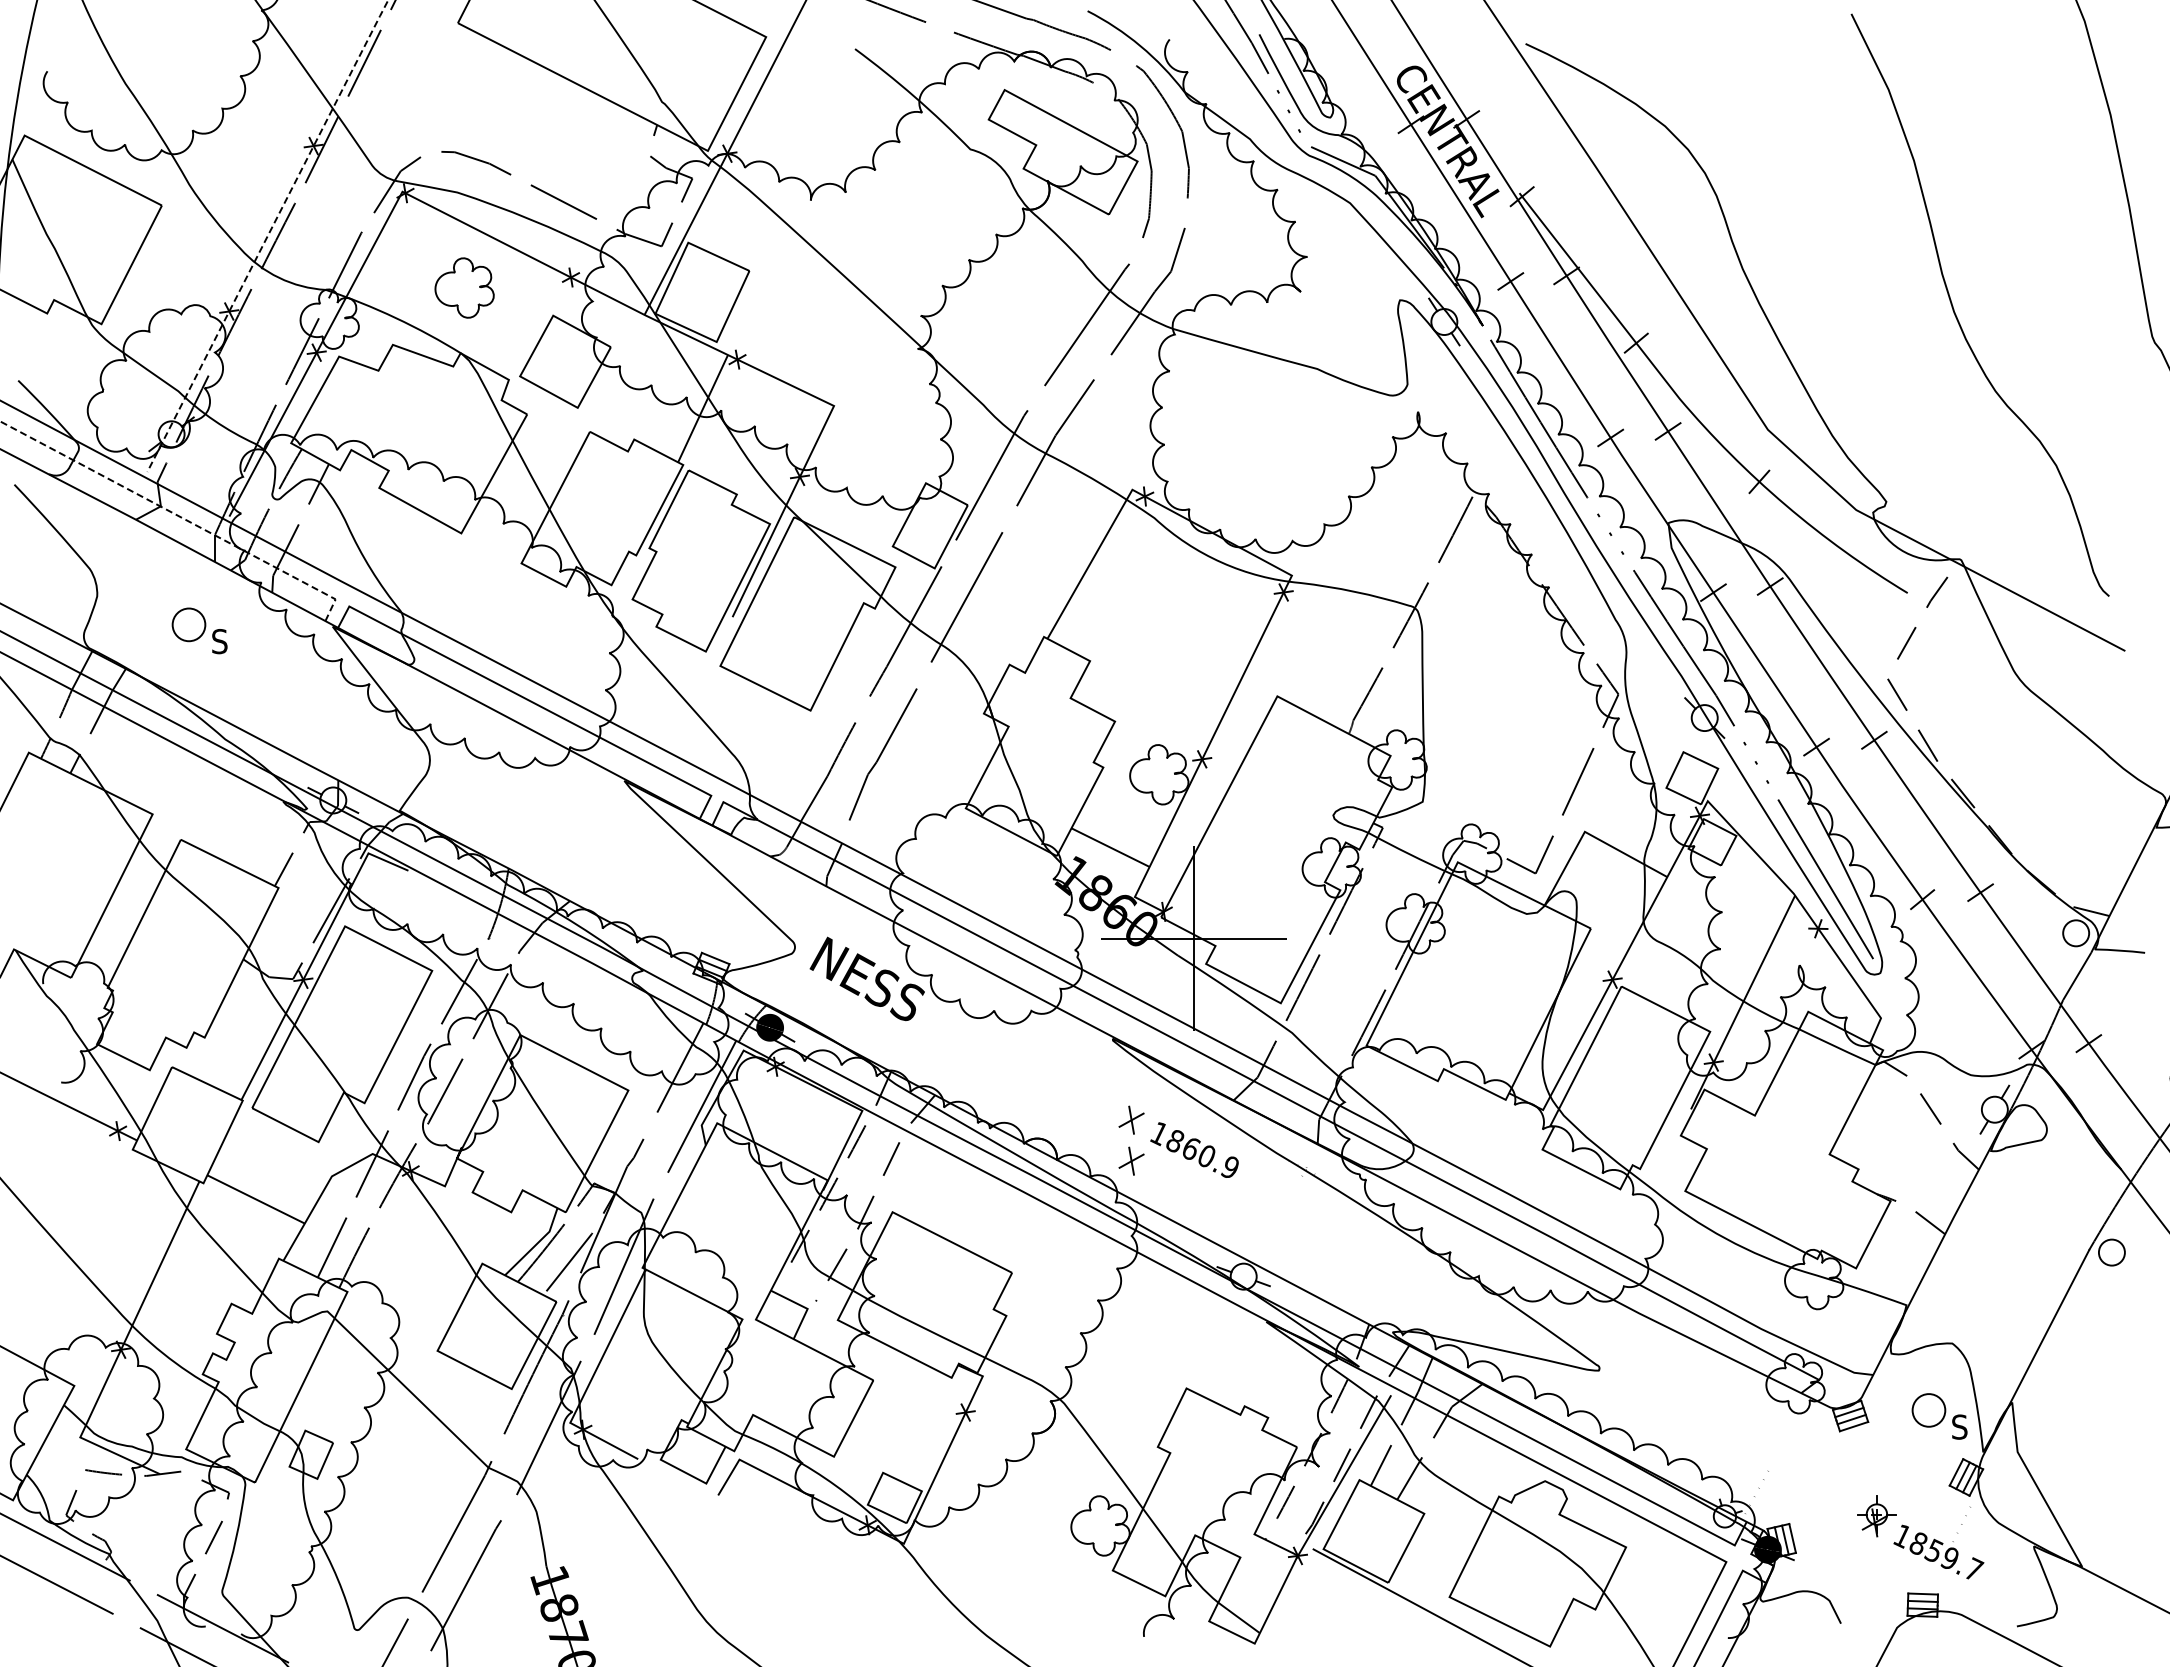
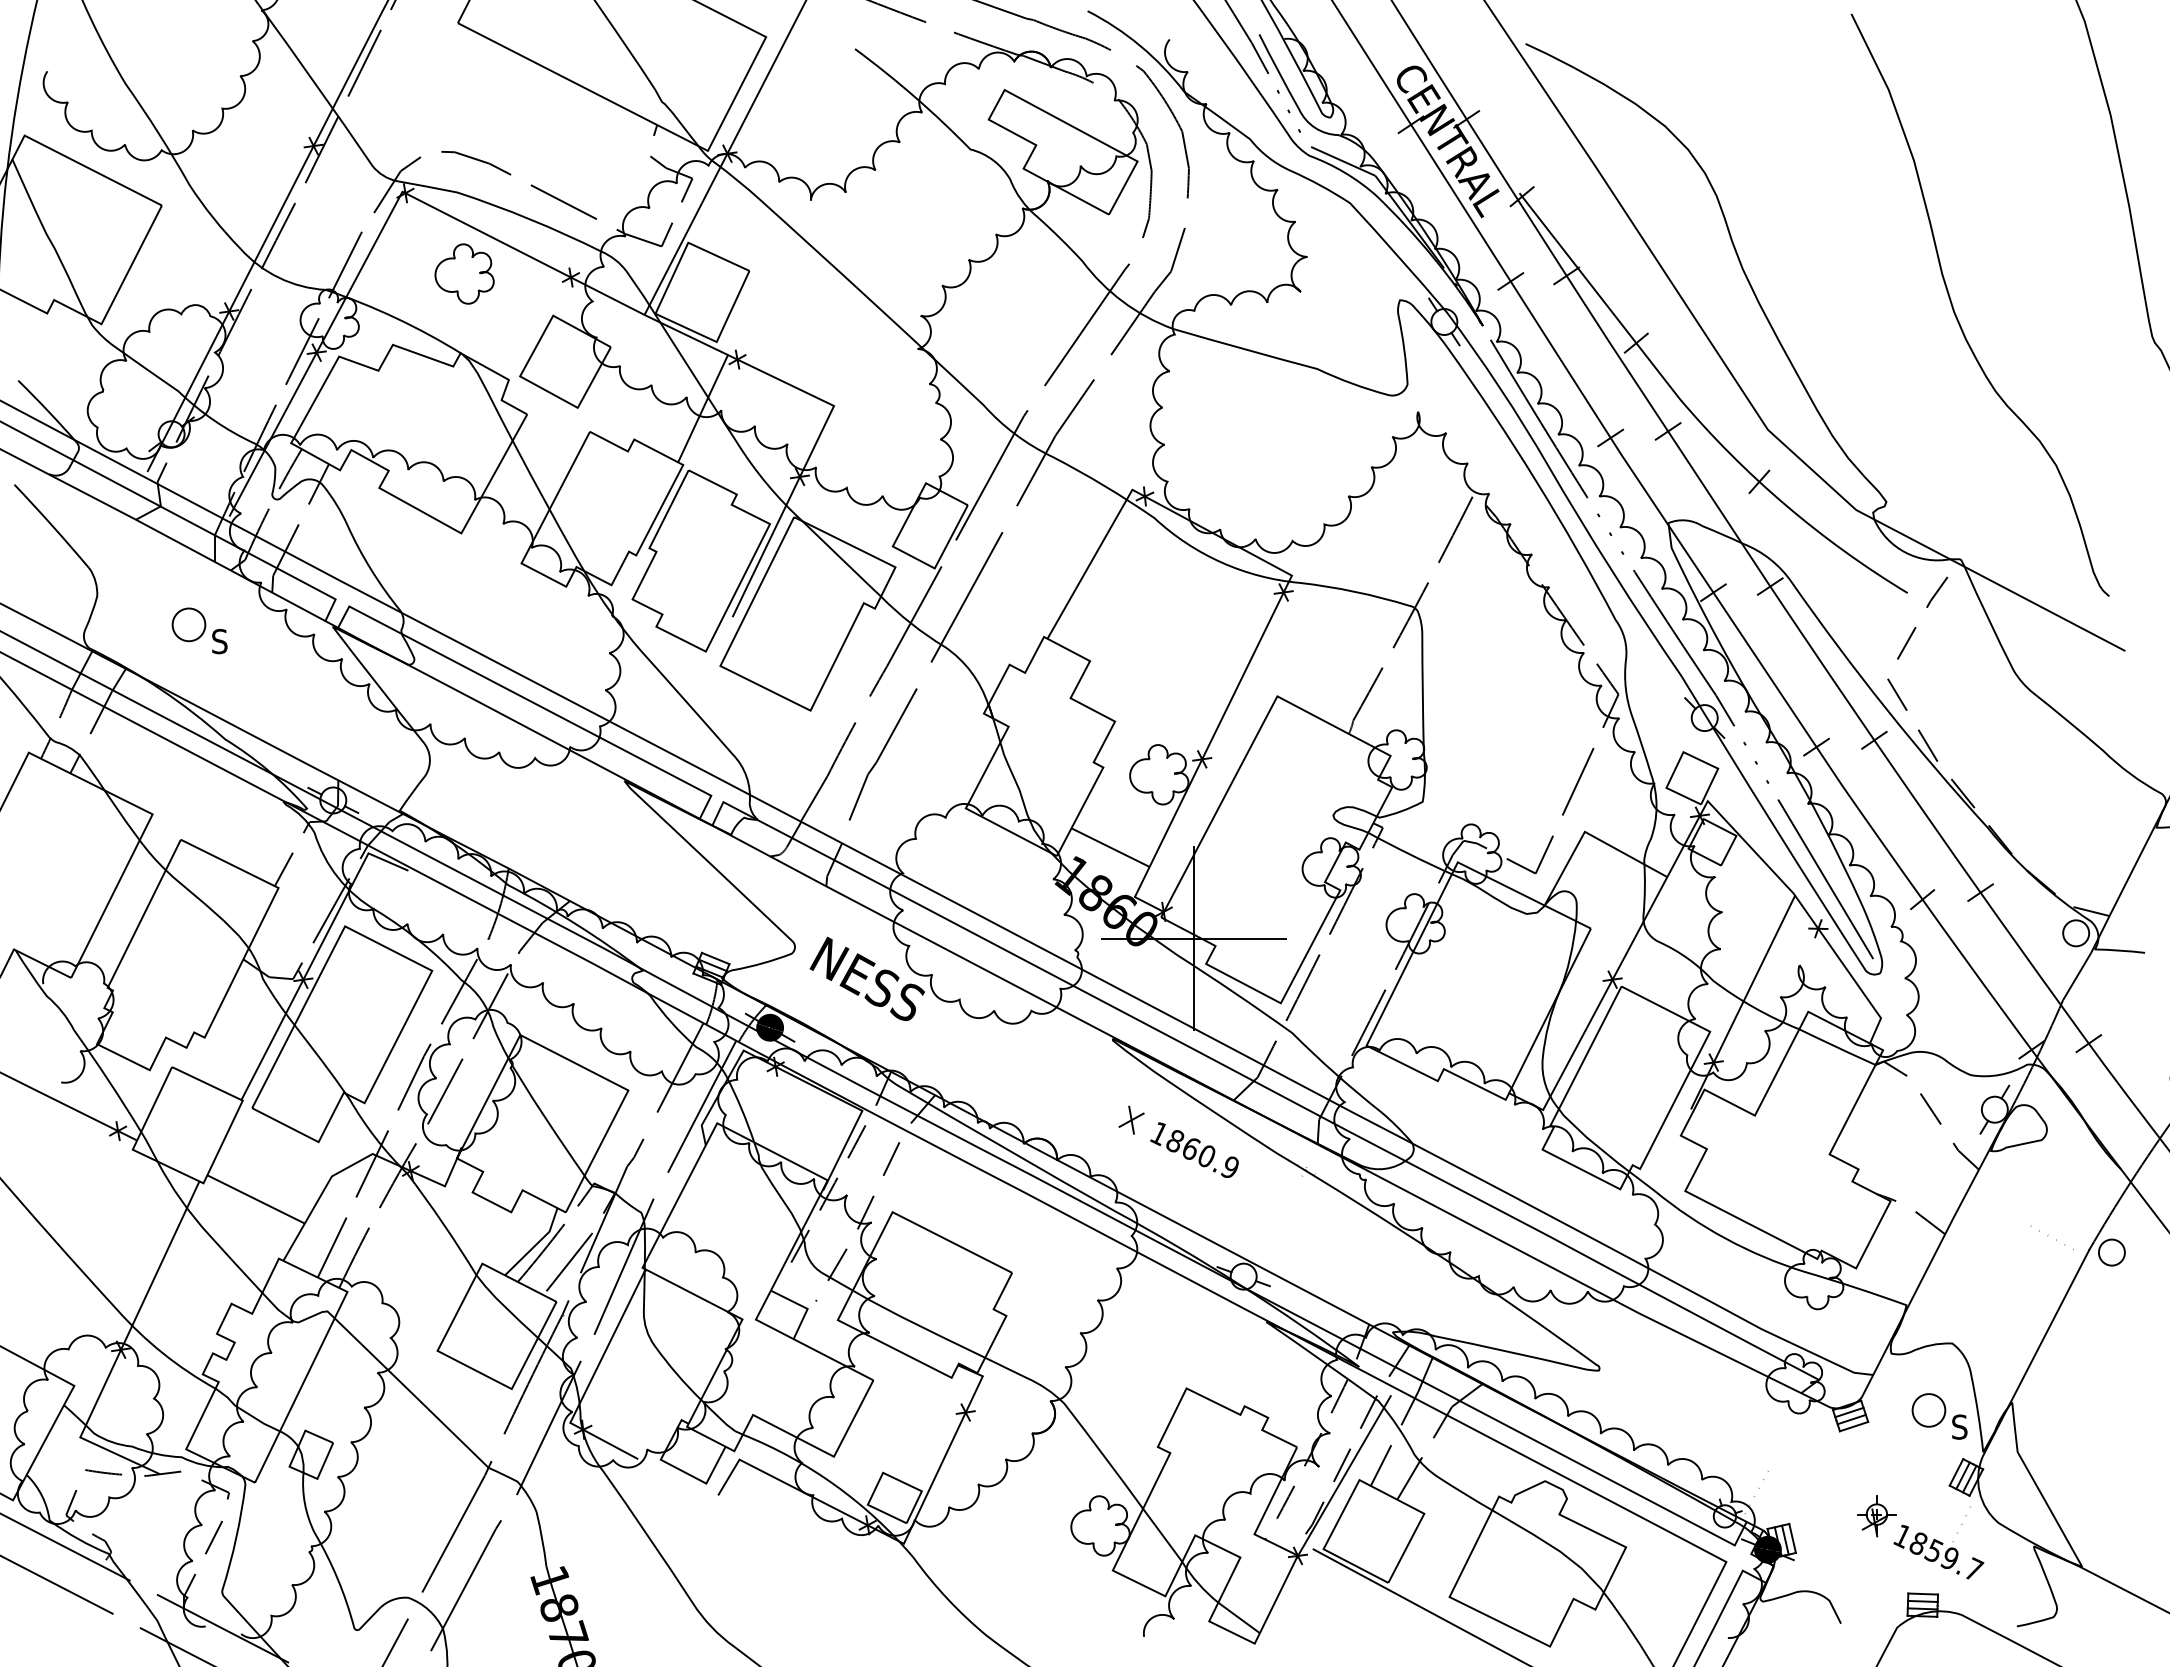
line at (267, 235): dashed -> solid
part at (464, 287) position: (464, 287) -> (464, 273)
line at (179, 516): dashed -> solid
part at (1131, 1160): present -> none
line at (2048, 1235): none -> present
